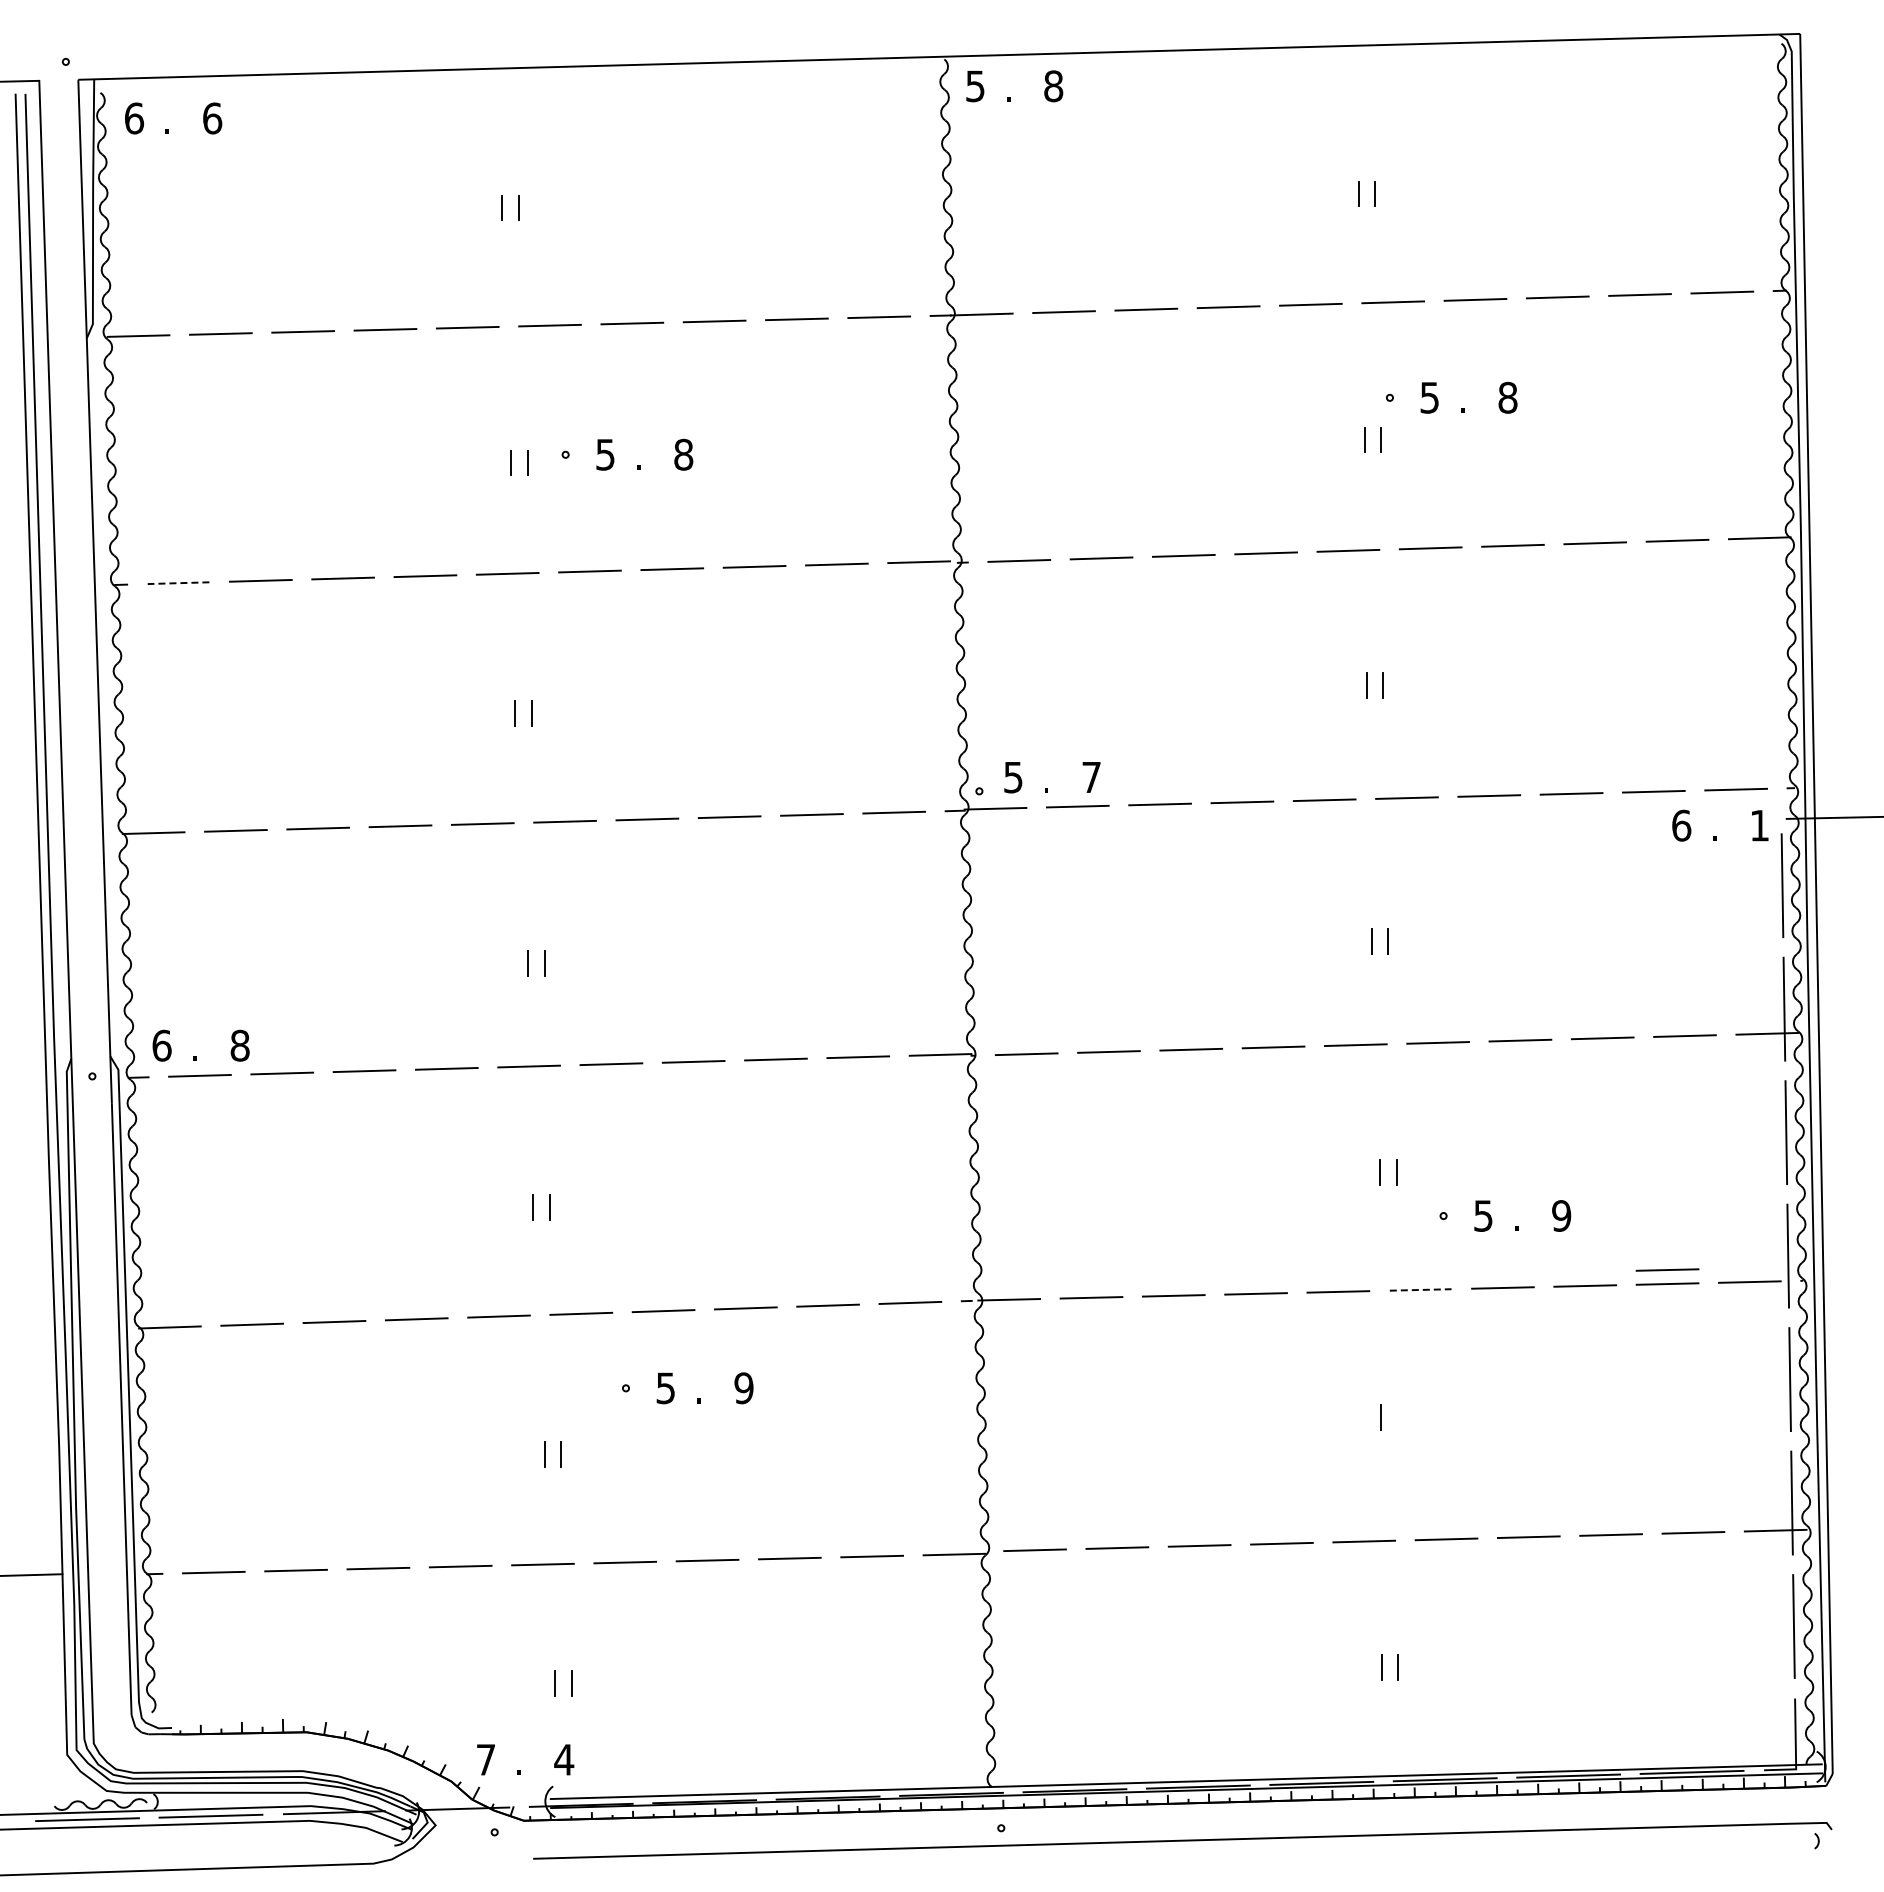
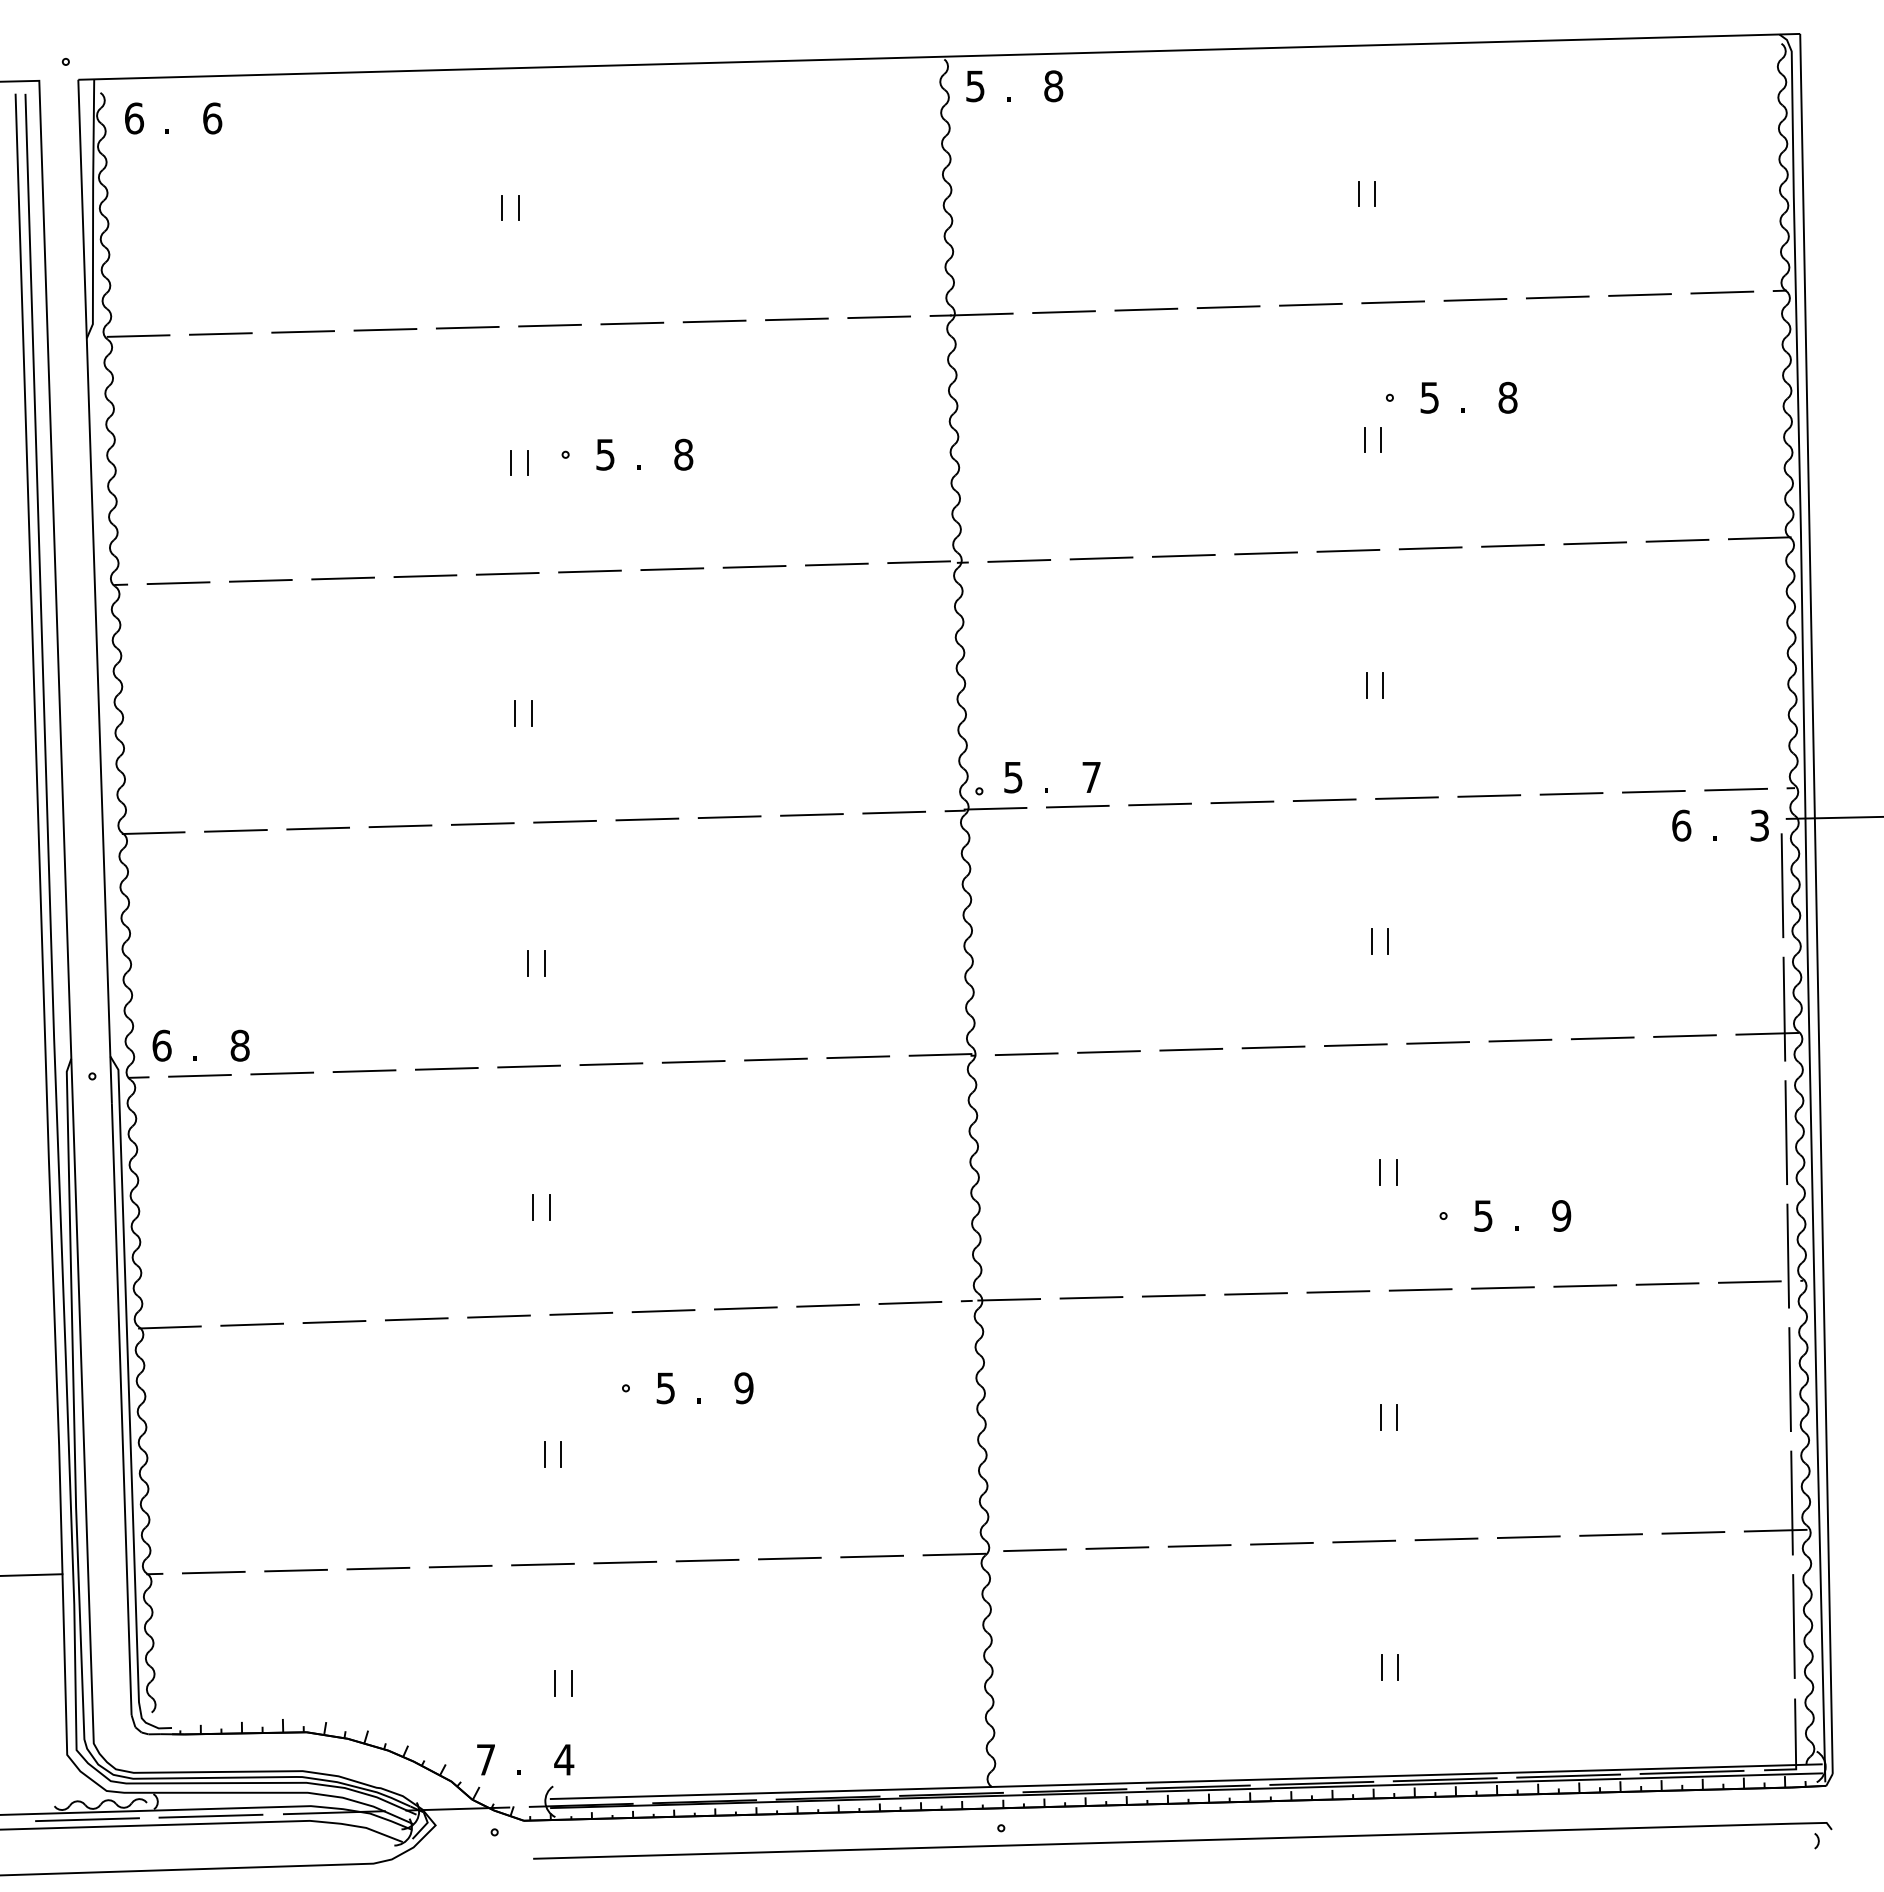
line at (178, 583): dashed -> solid
text at (1759, 825): 1 -> 3
line at (1667, 1269): present -> none
line at (1420, 1289): dashed -> solid
line at (1397, 1417): none -> present
